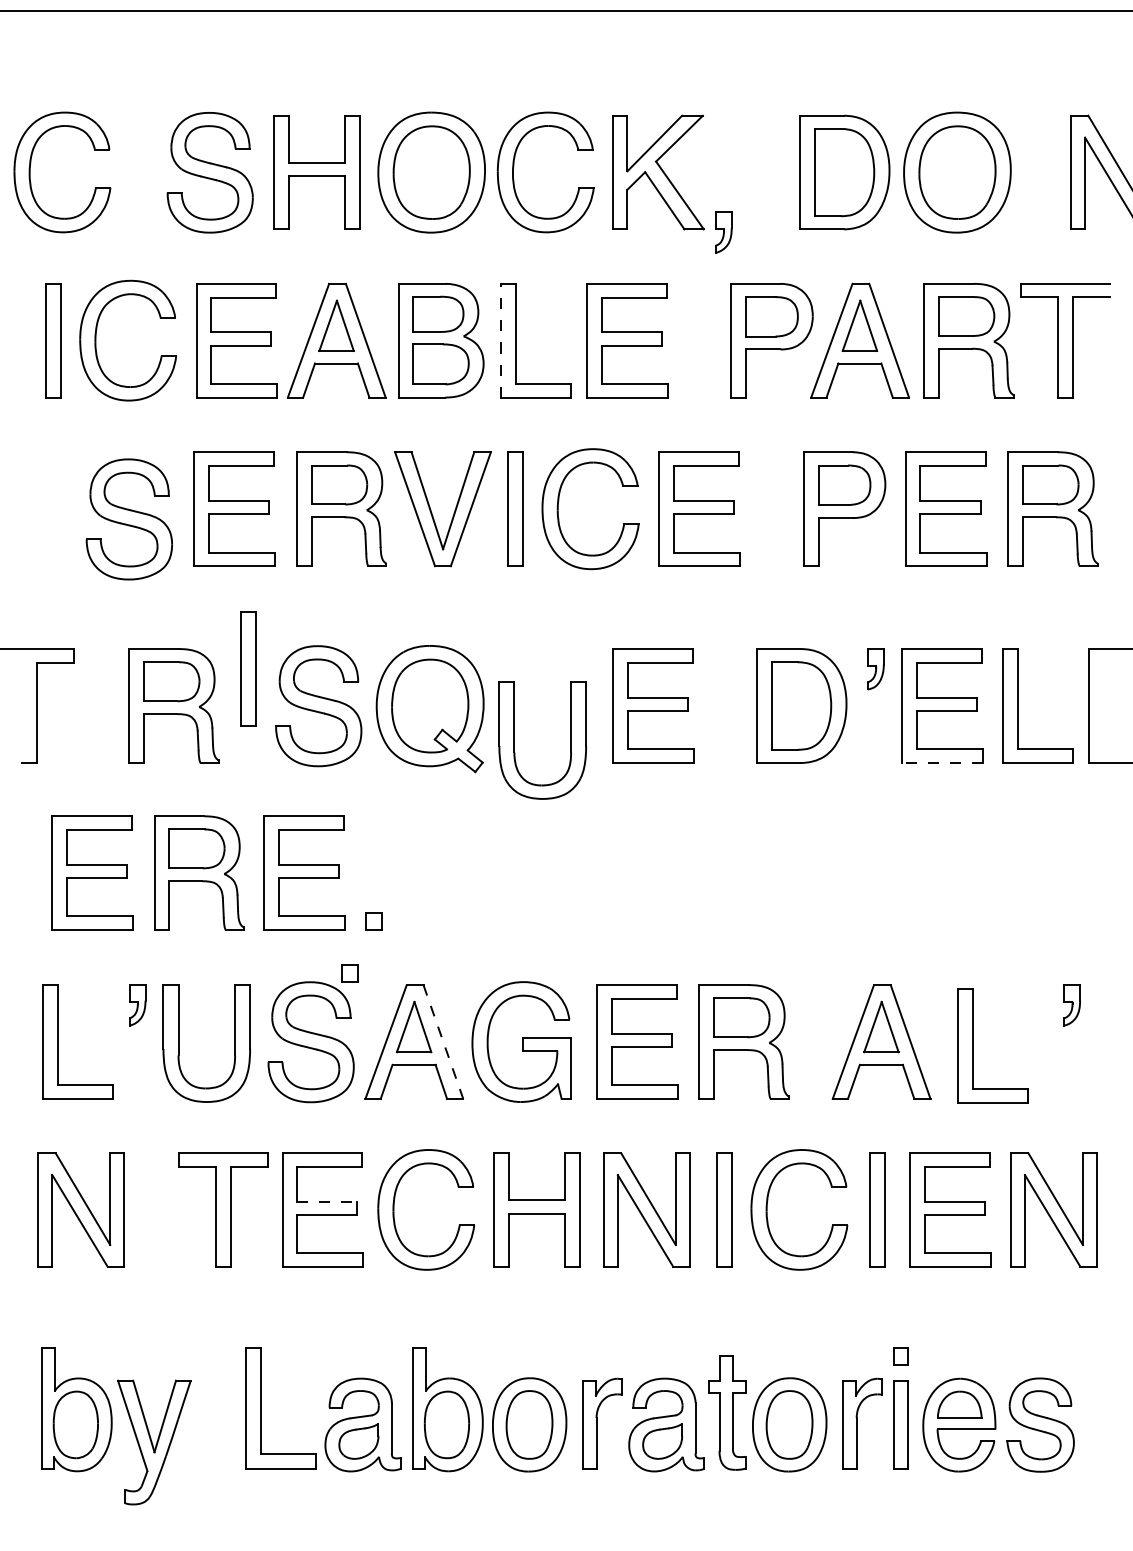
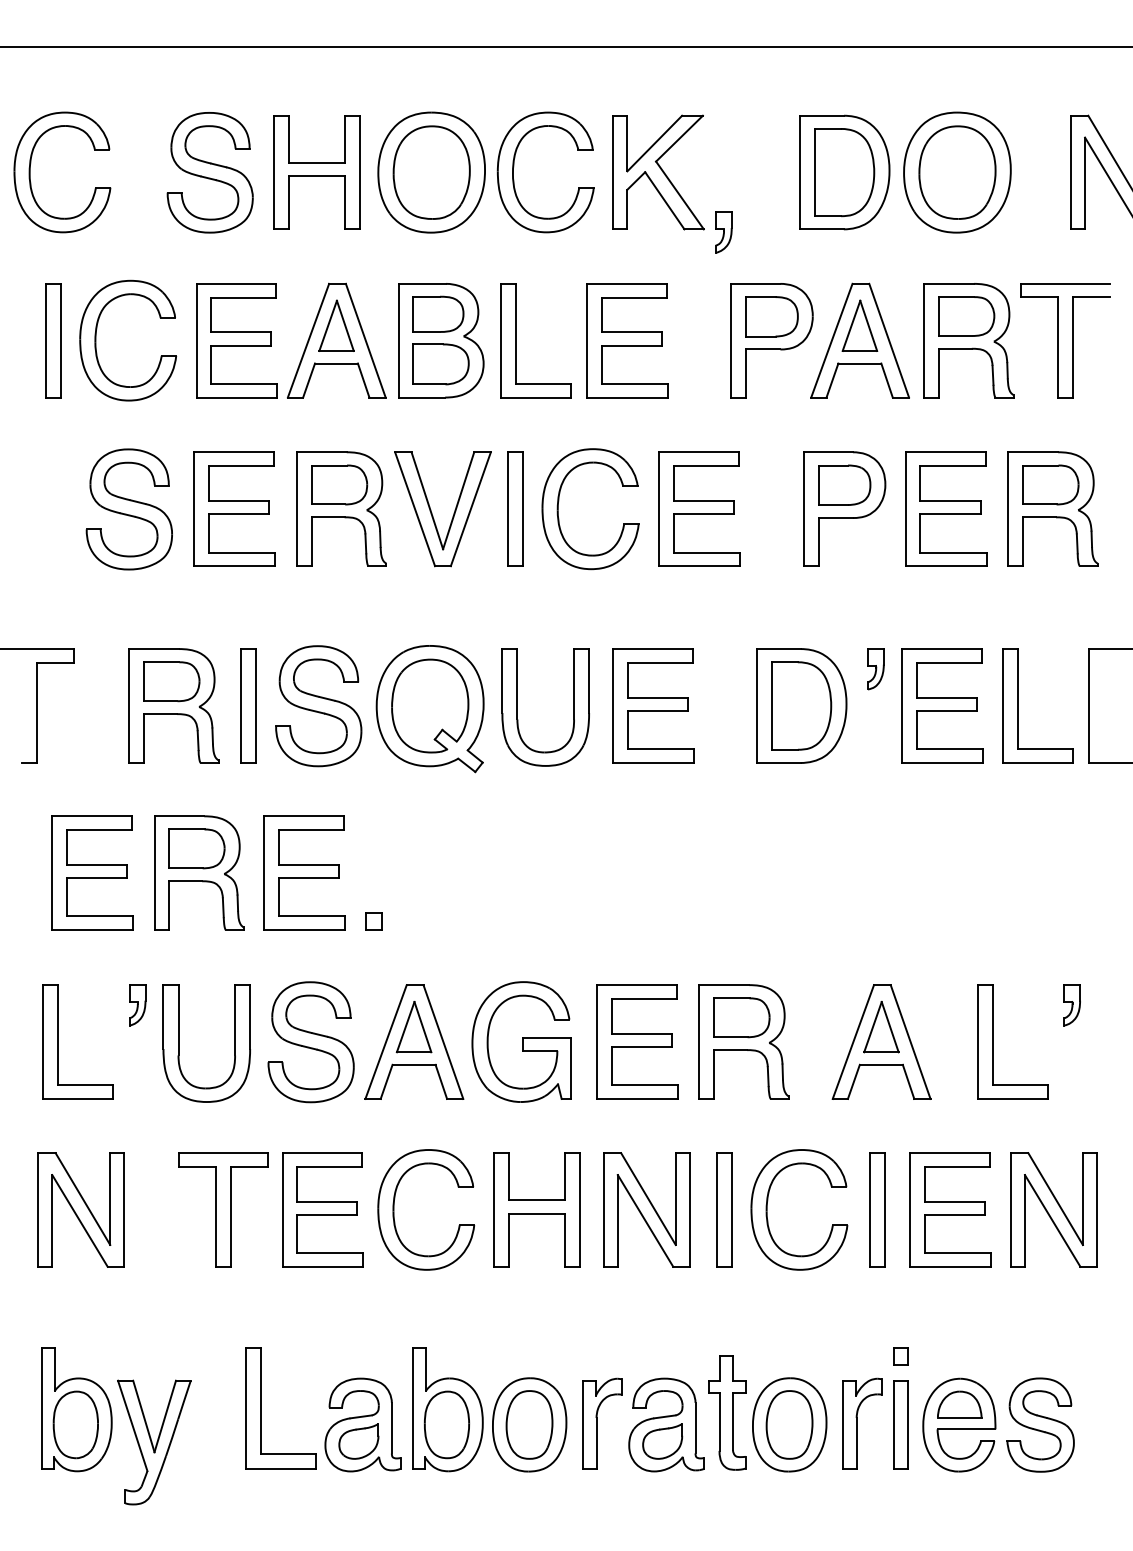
line at (565, 10) position: (565, 10) -> (565, 46)
line at (500, 340): dashed -> solid
part at (128, 519) position: (128, 519) -> (128, 509)
part at (248, 668) position: (248, 668) -> (248, 705)
part at (514, 740) position: (514, 740) -> (517, 707)
line at (942, 762): dashed -> solid
part at (349, 973): present -> none
line at (443, 1042): dashed -> solid
part at (973, 1045) position: (973, 1045) -> (993, 1041)
line at (327, 1201): dashed -> solid
